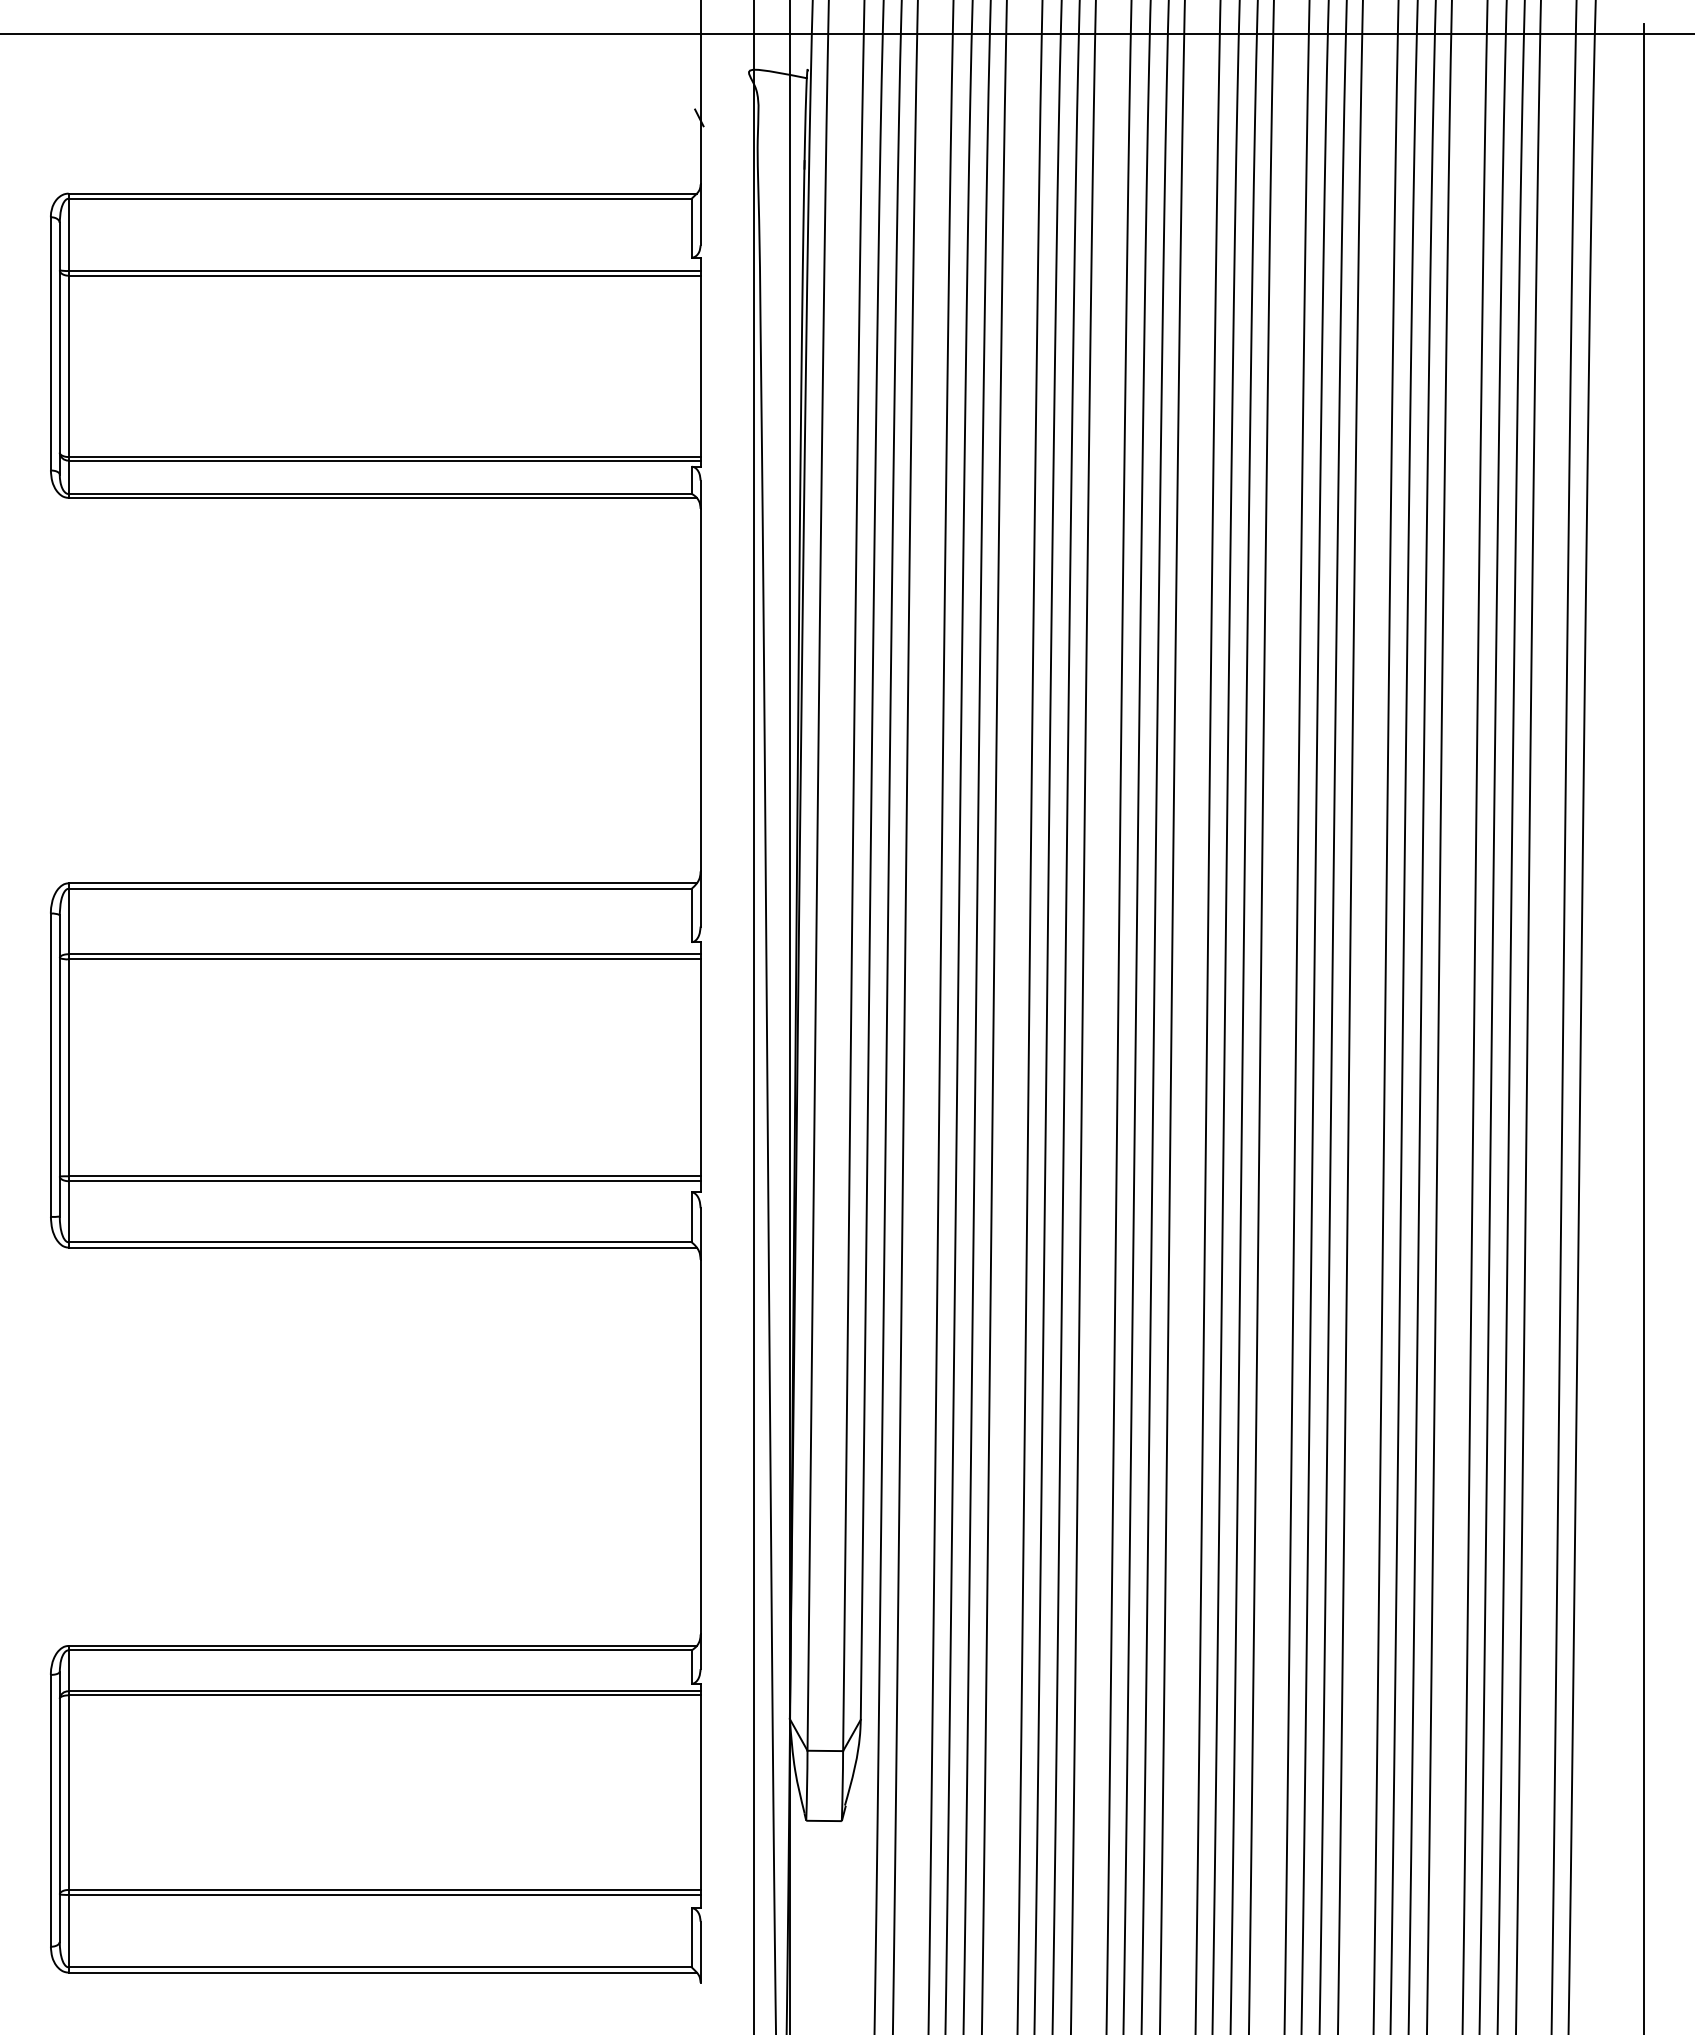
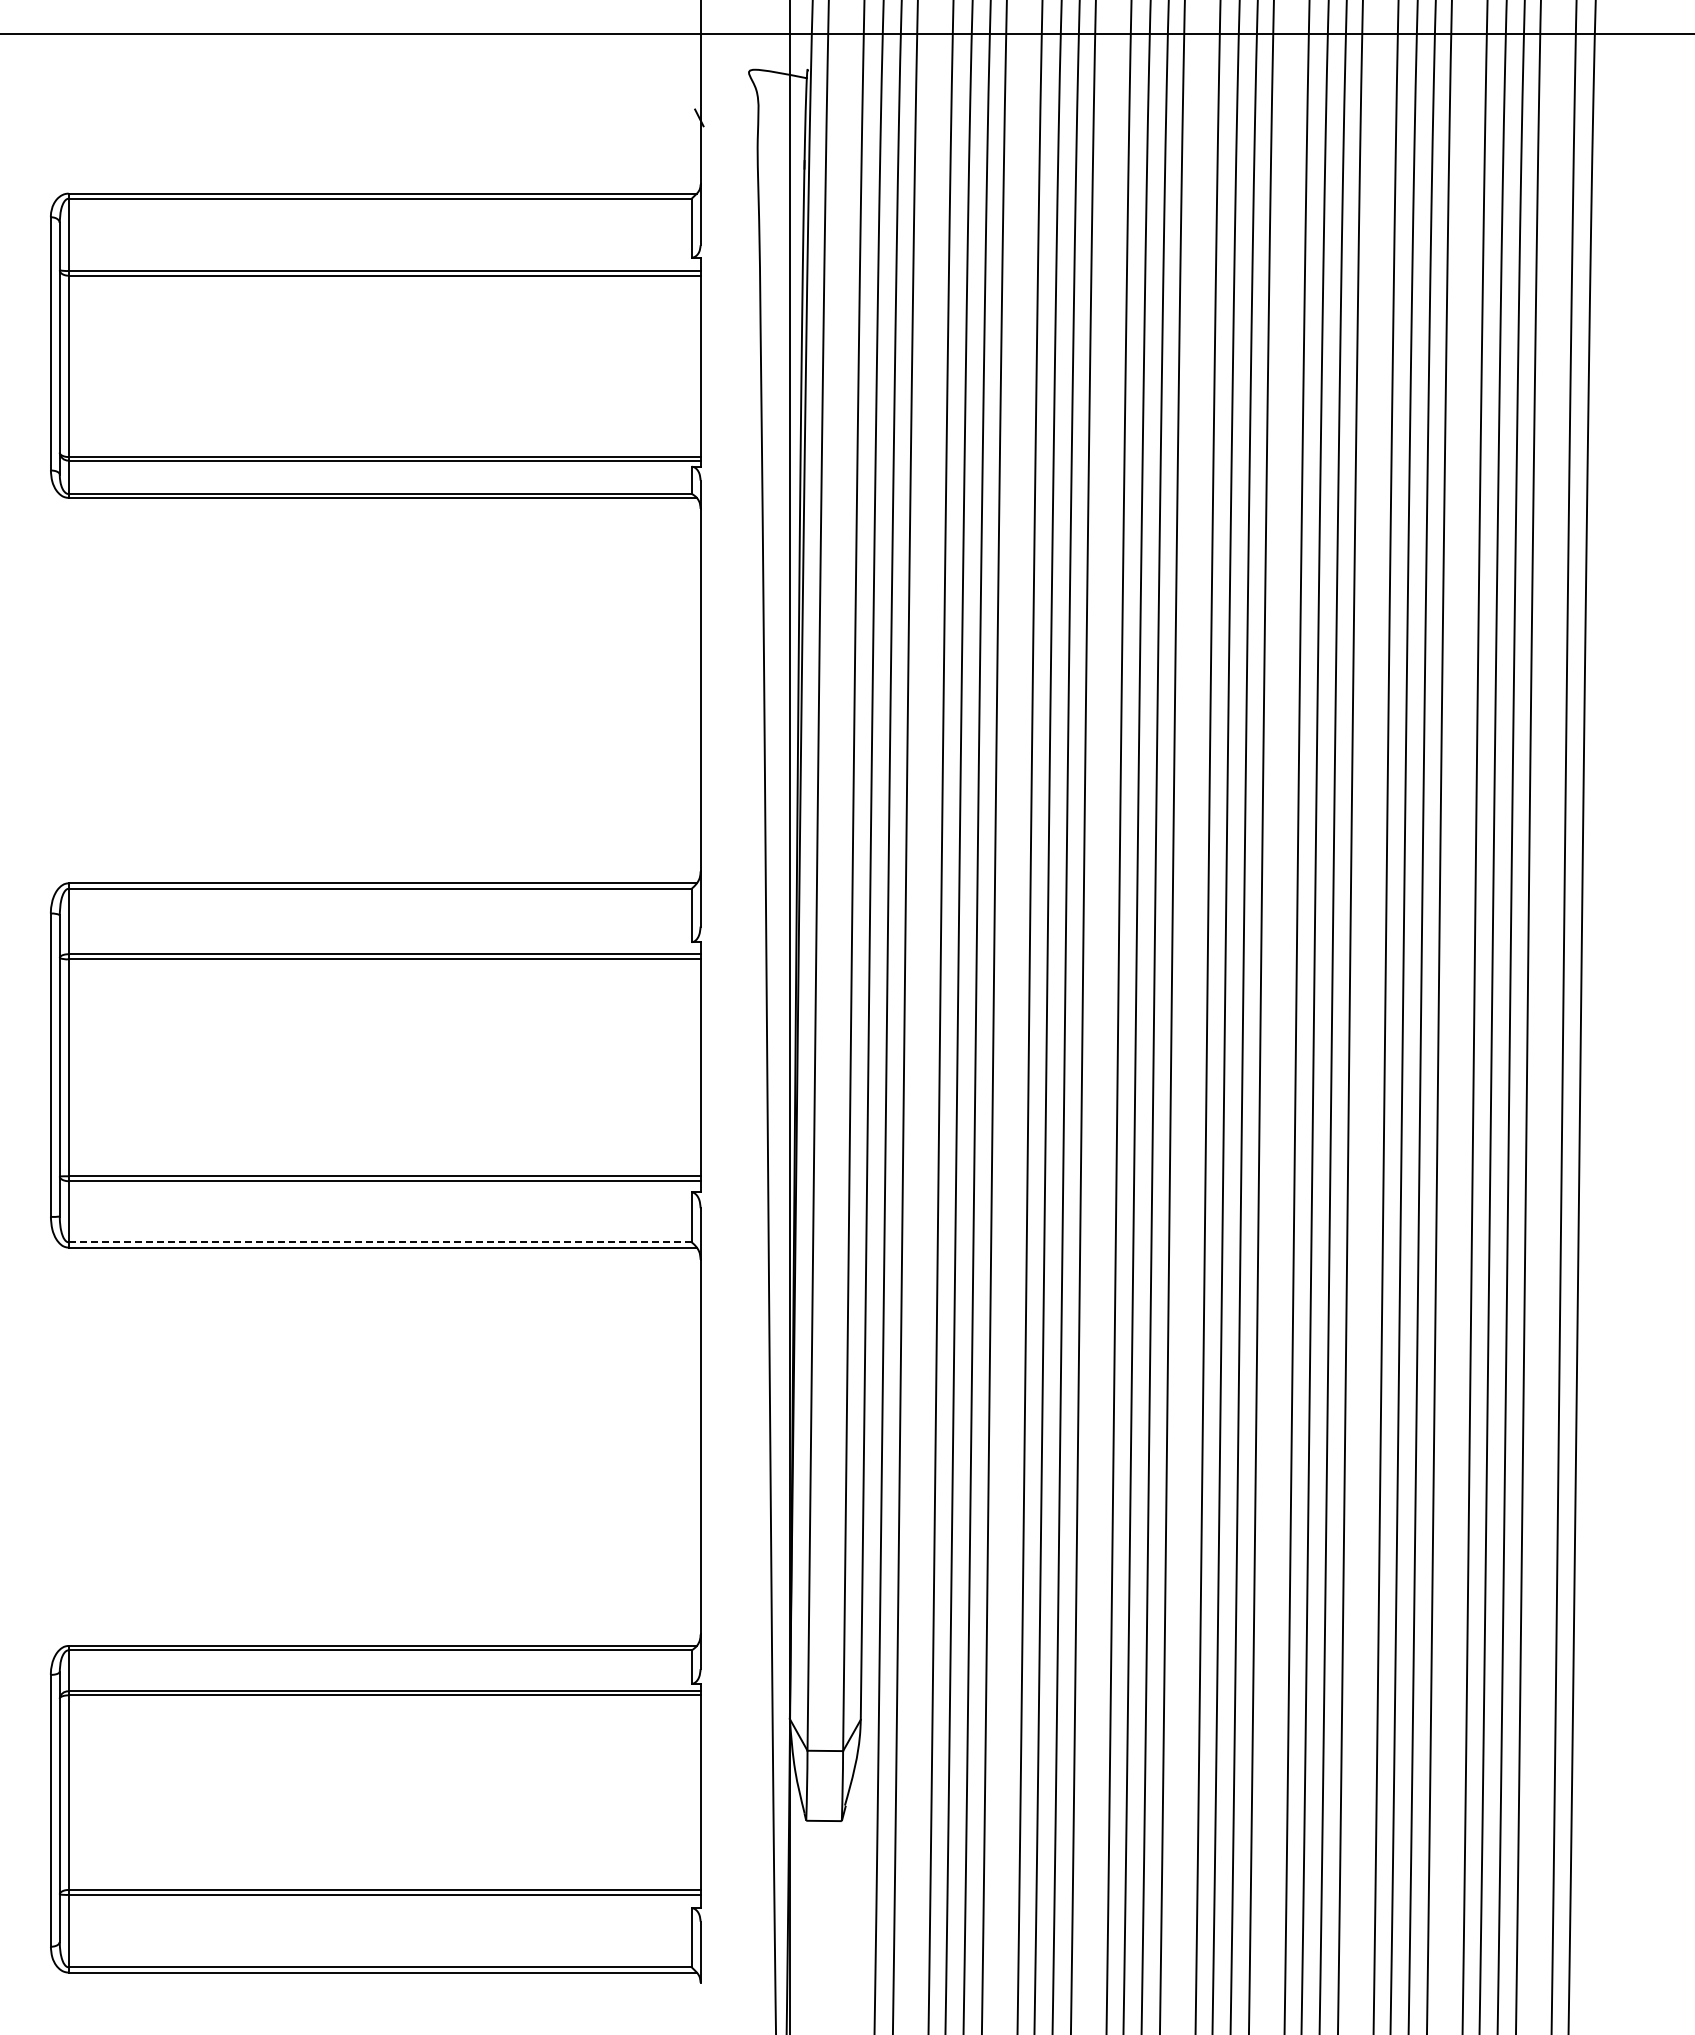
line at (754, 1016): present -> none
line at (1644, 1027): present -> none
line at (380, 1242): solid -> dashed
